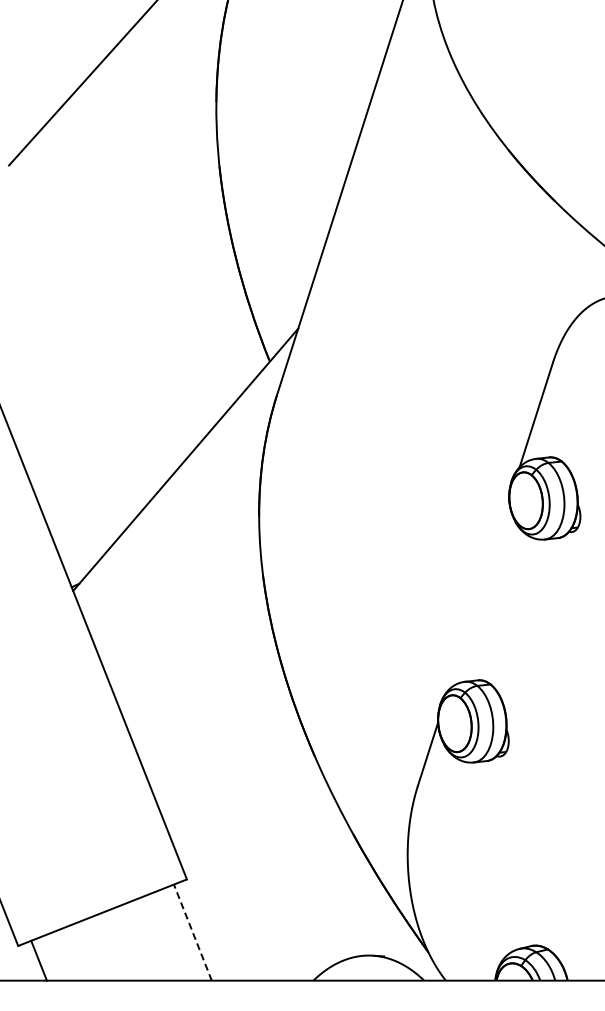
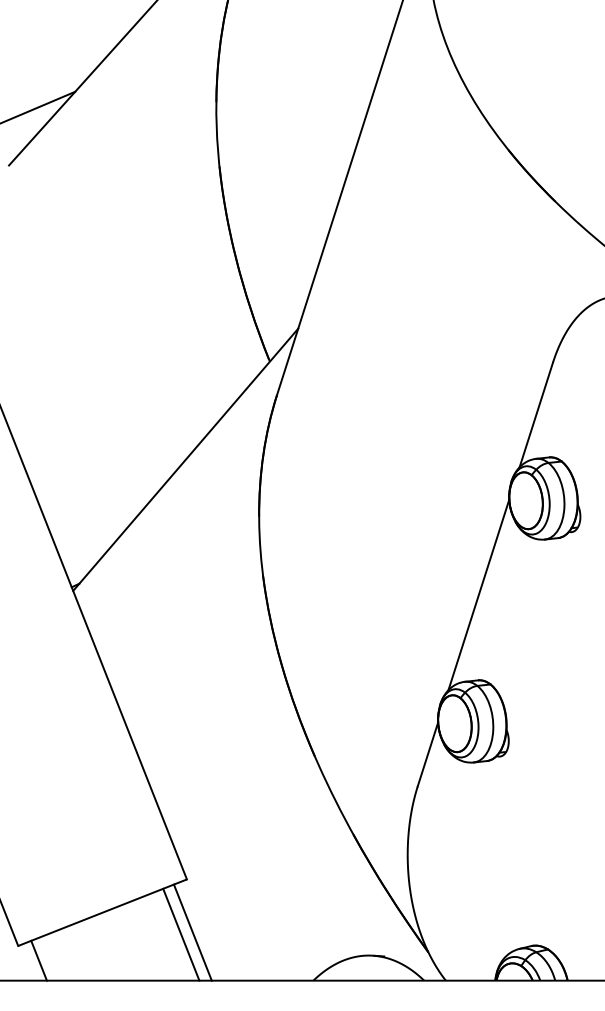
line at (38, 106): none -> present
line at (478, 594): none -> present
line at (192, 932): dashed -> solid
line at (181, 934): none -> present
